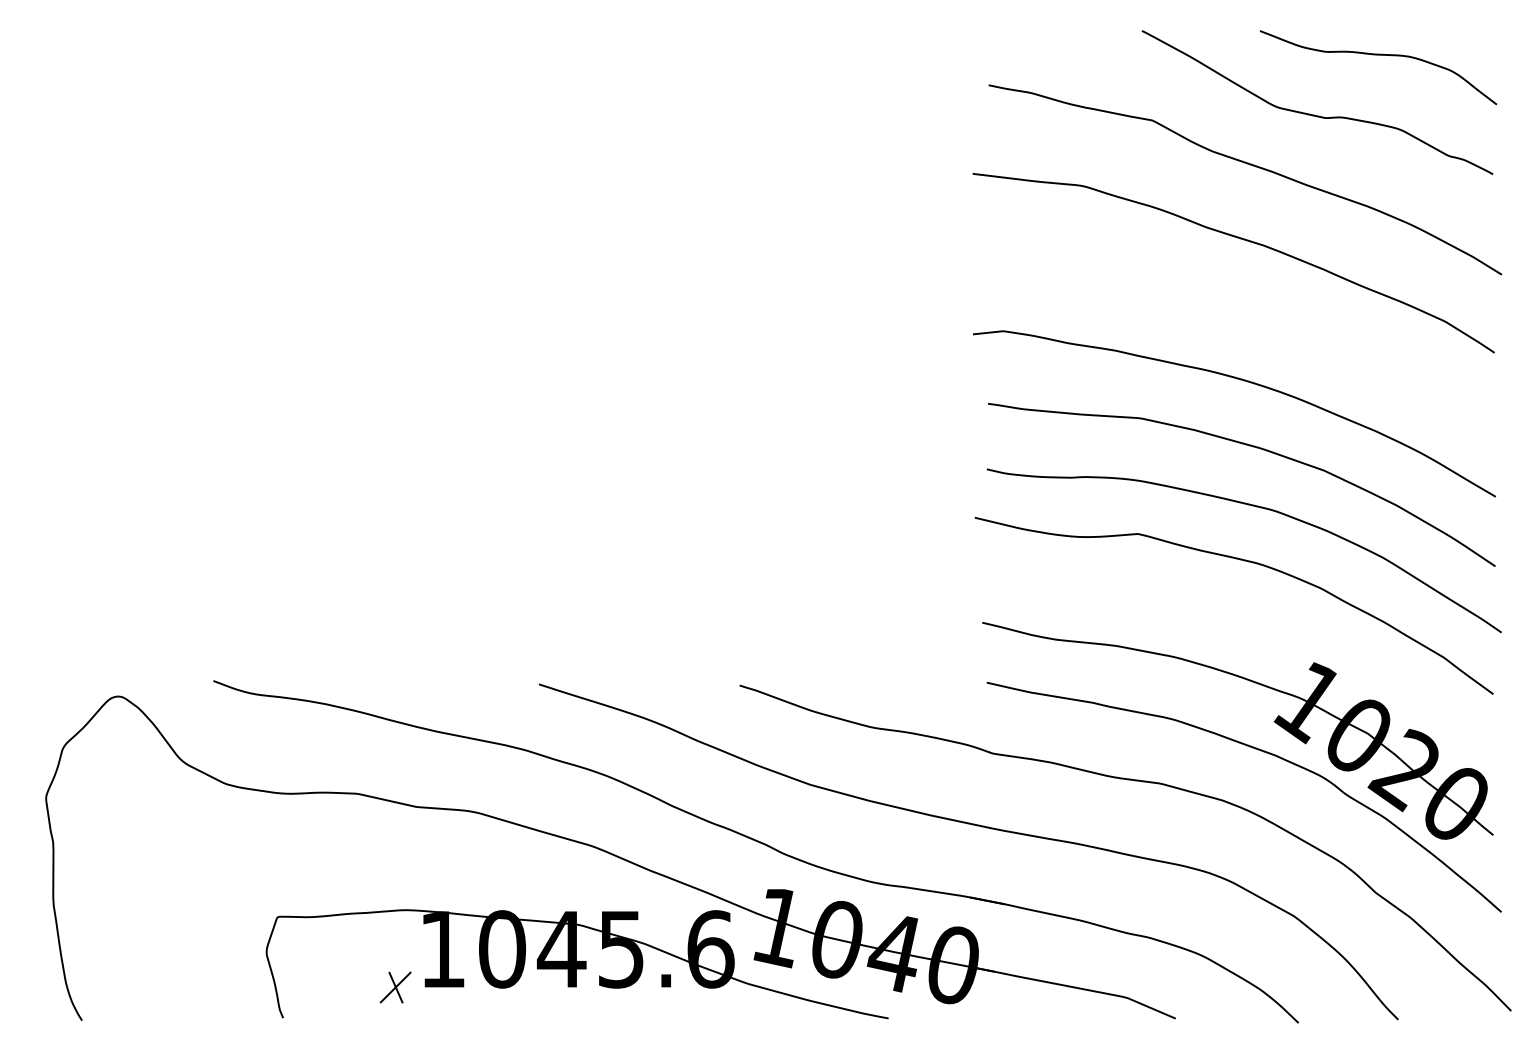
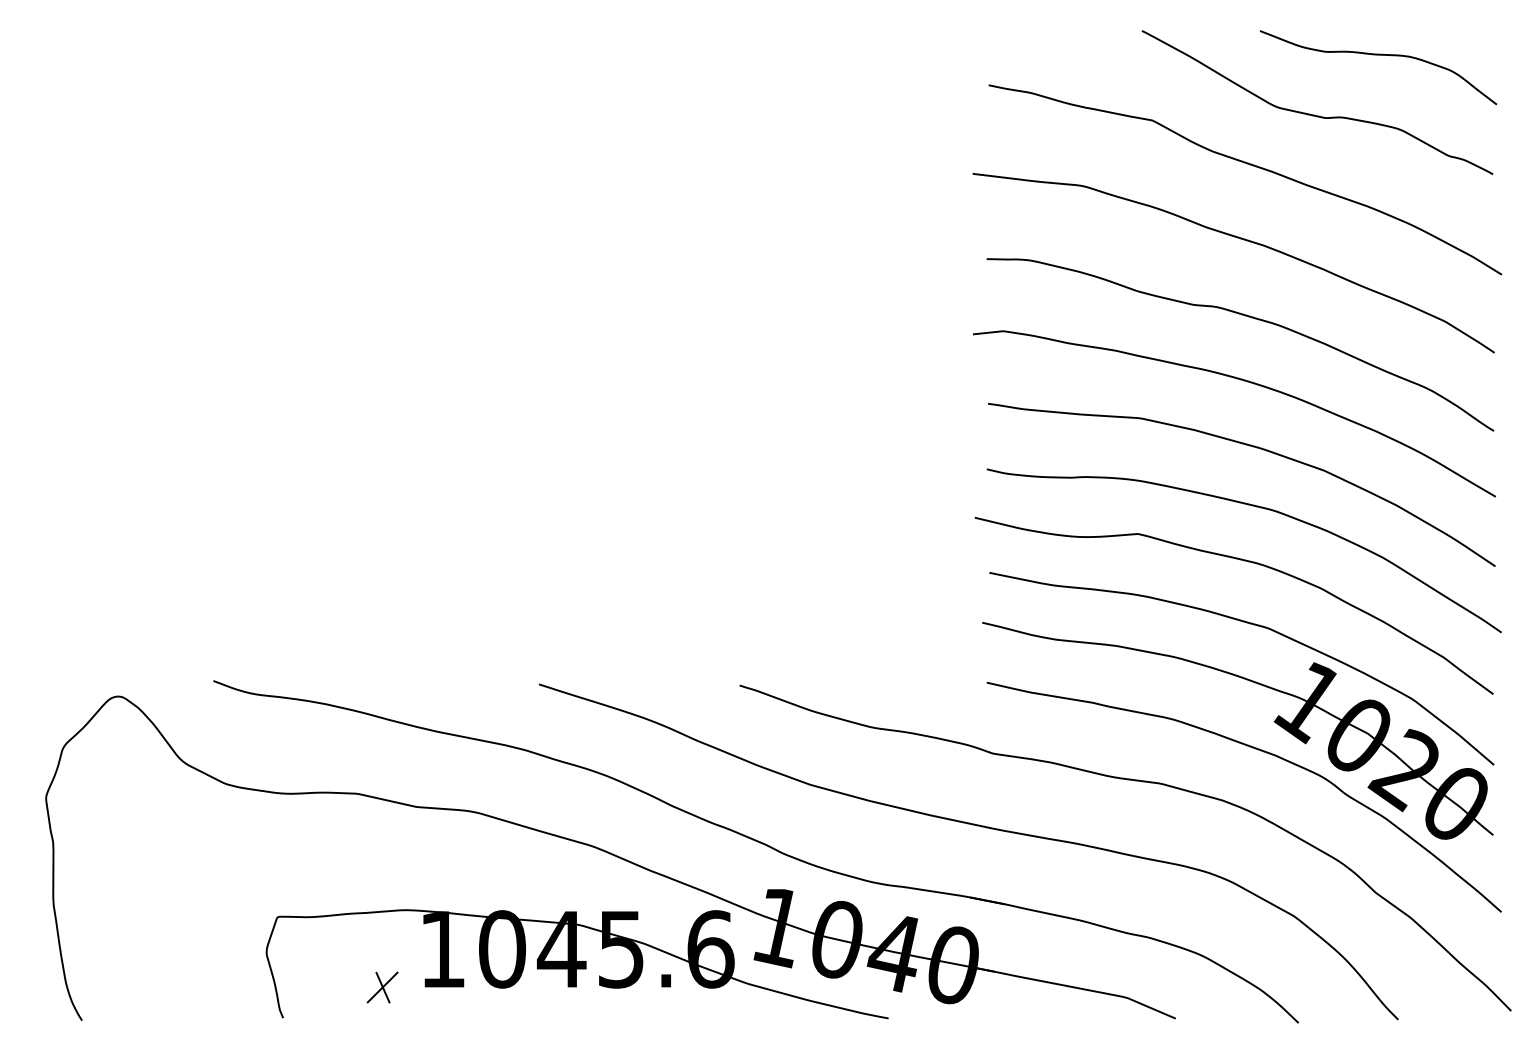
curve at (1248, 317): none -> present
curve at (1253, 625): none -> present
part at (395, 987) position: (395, 987) -> (382, 987)
